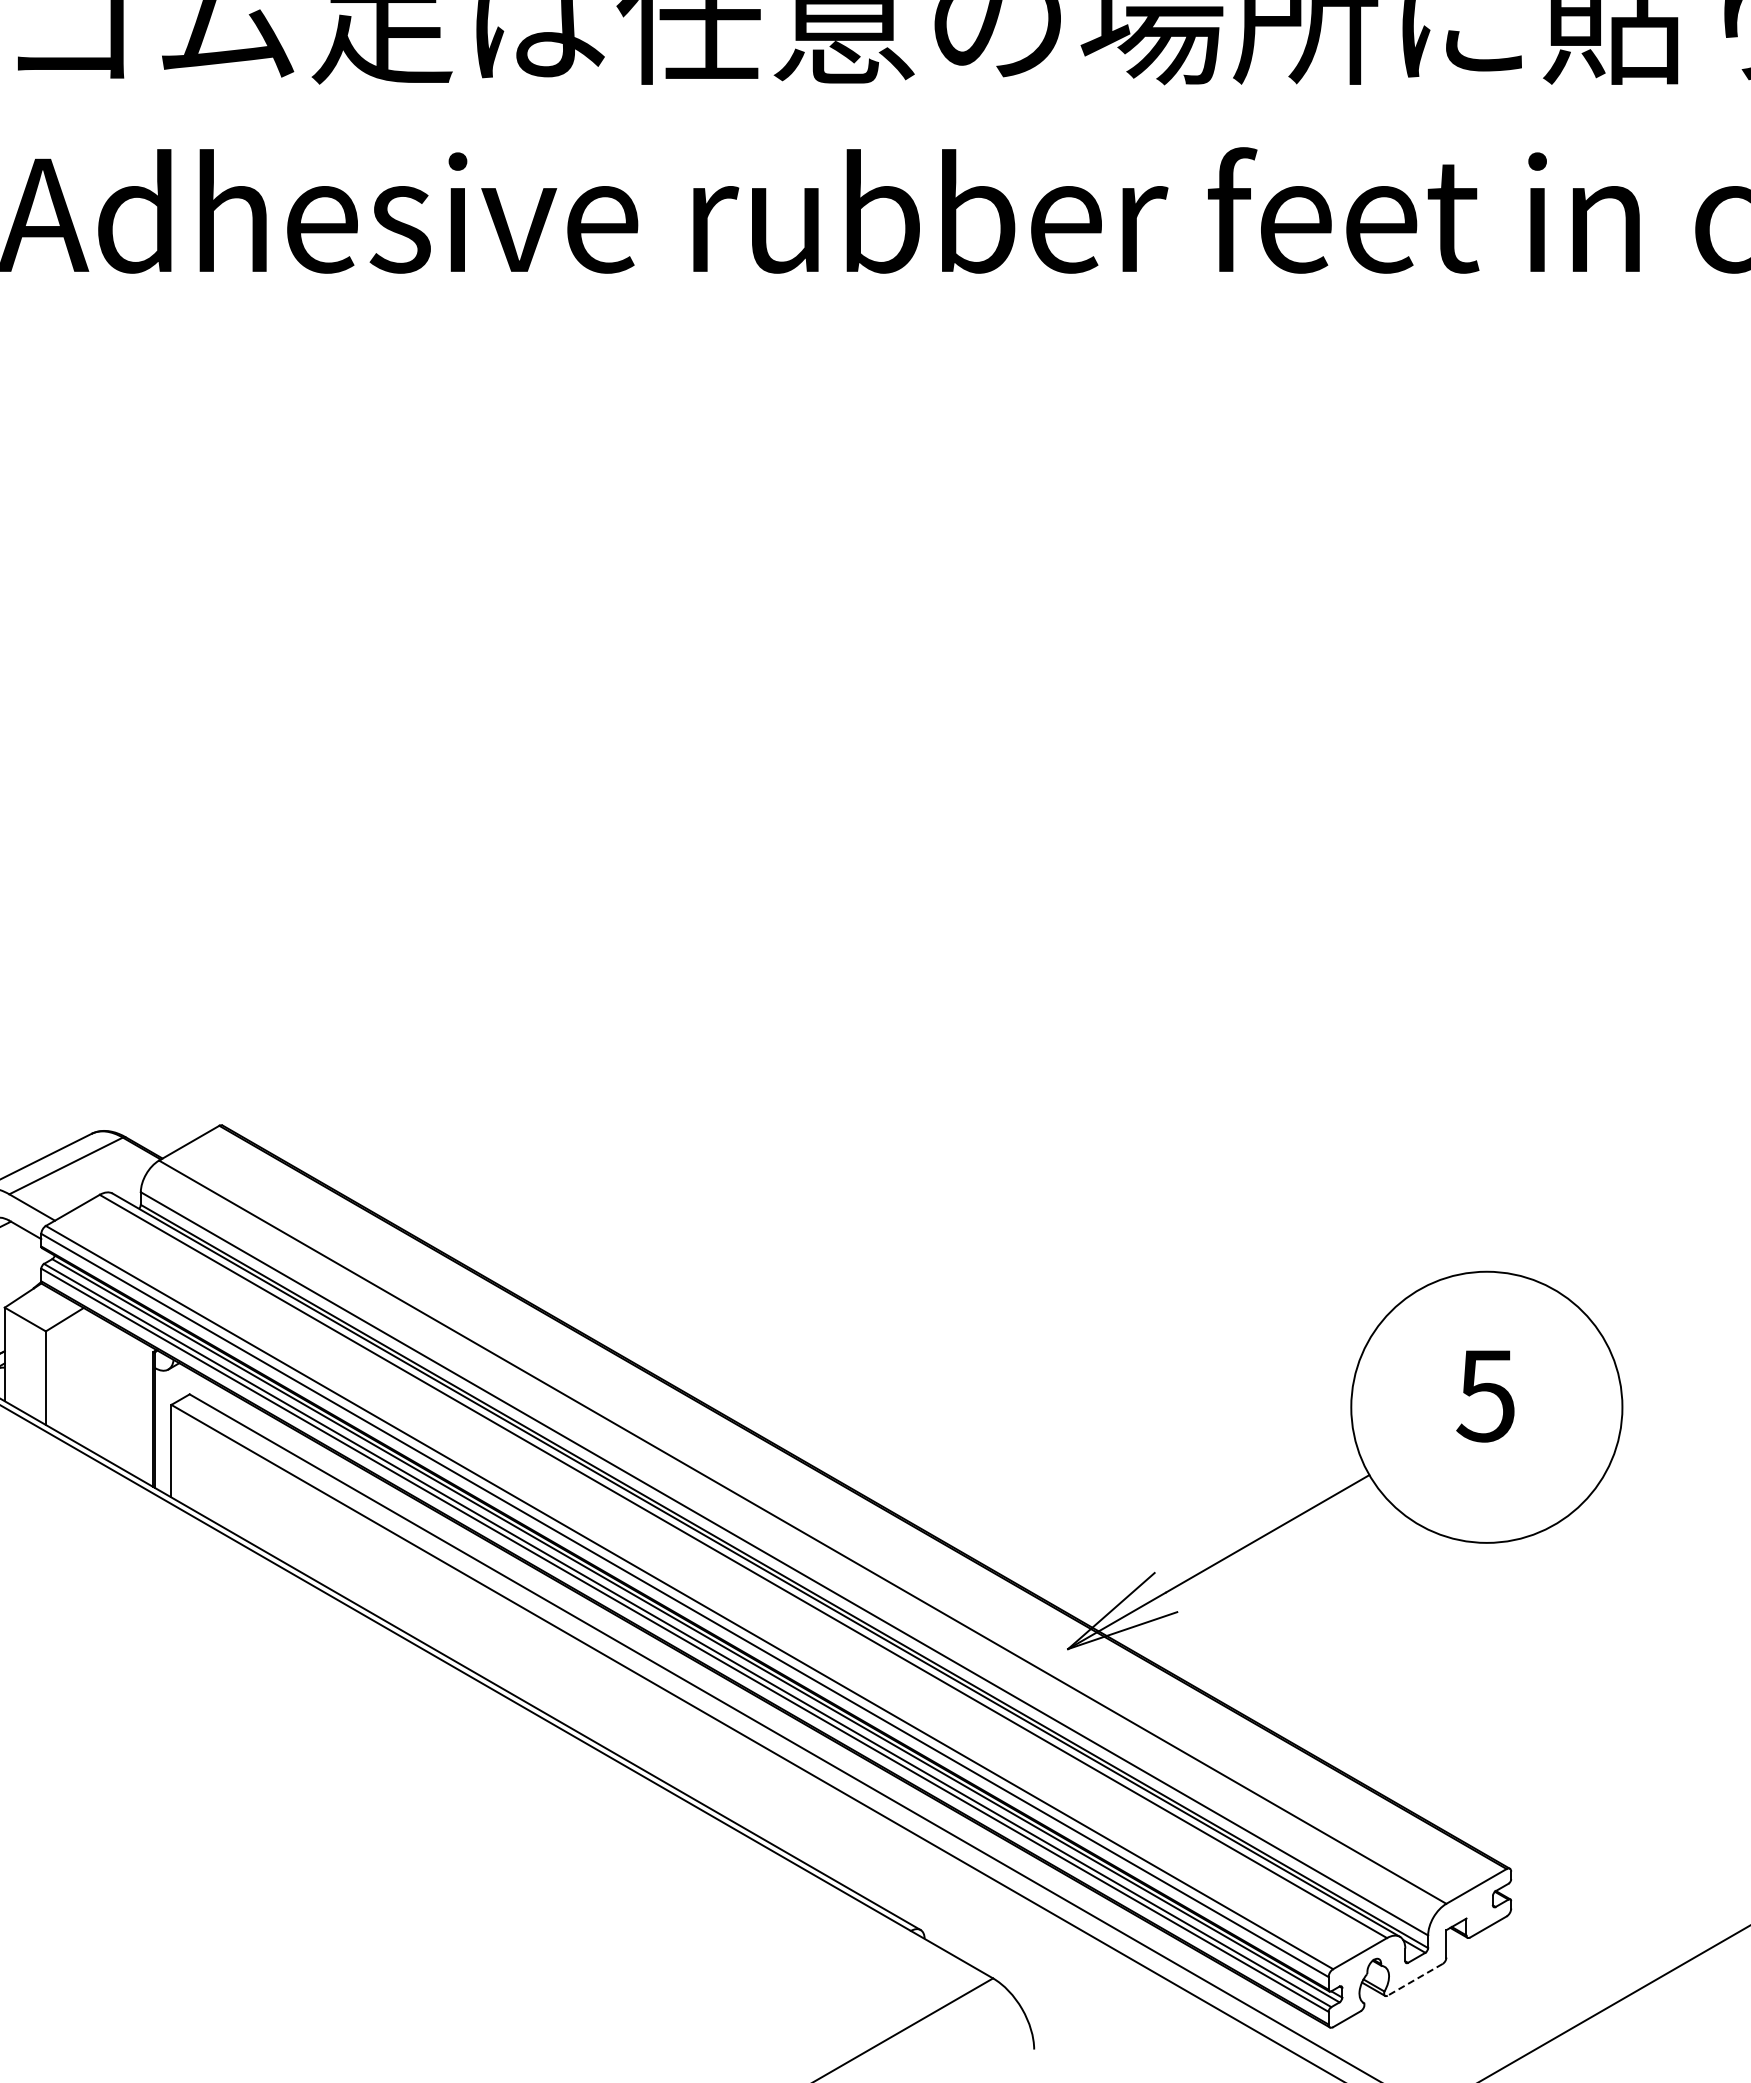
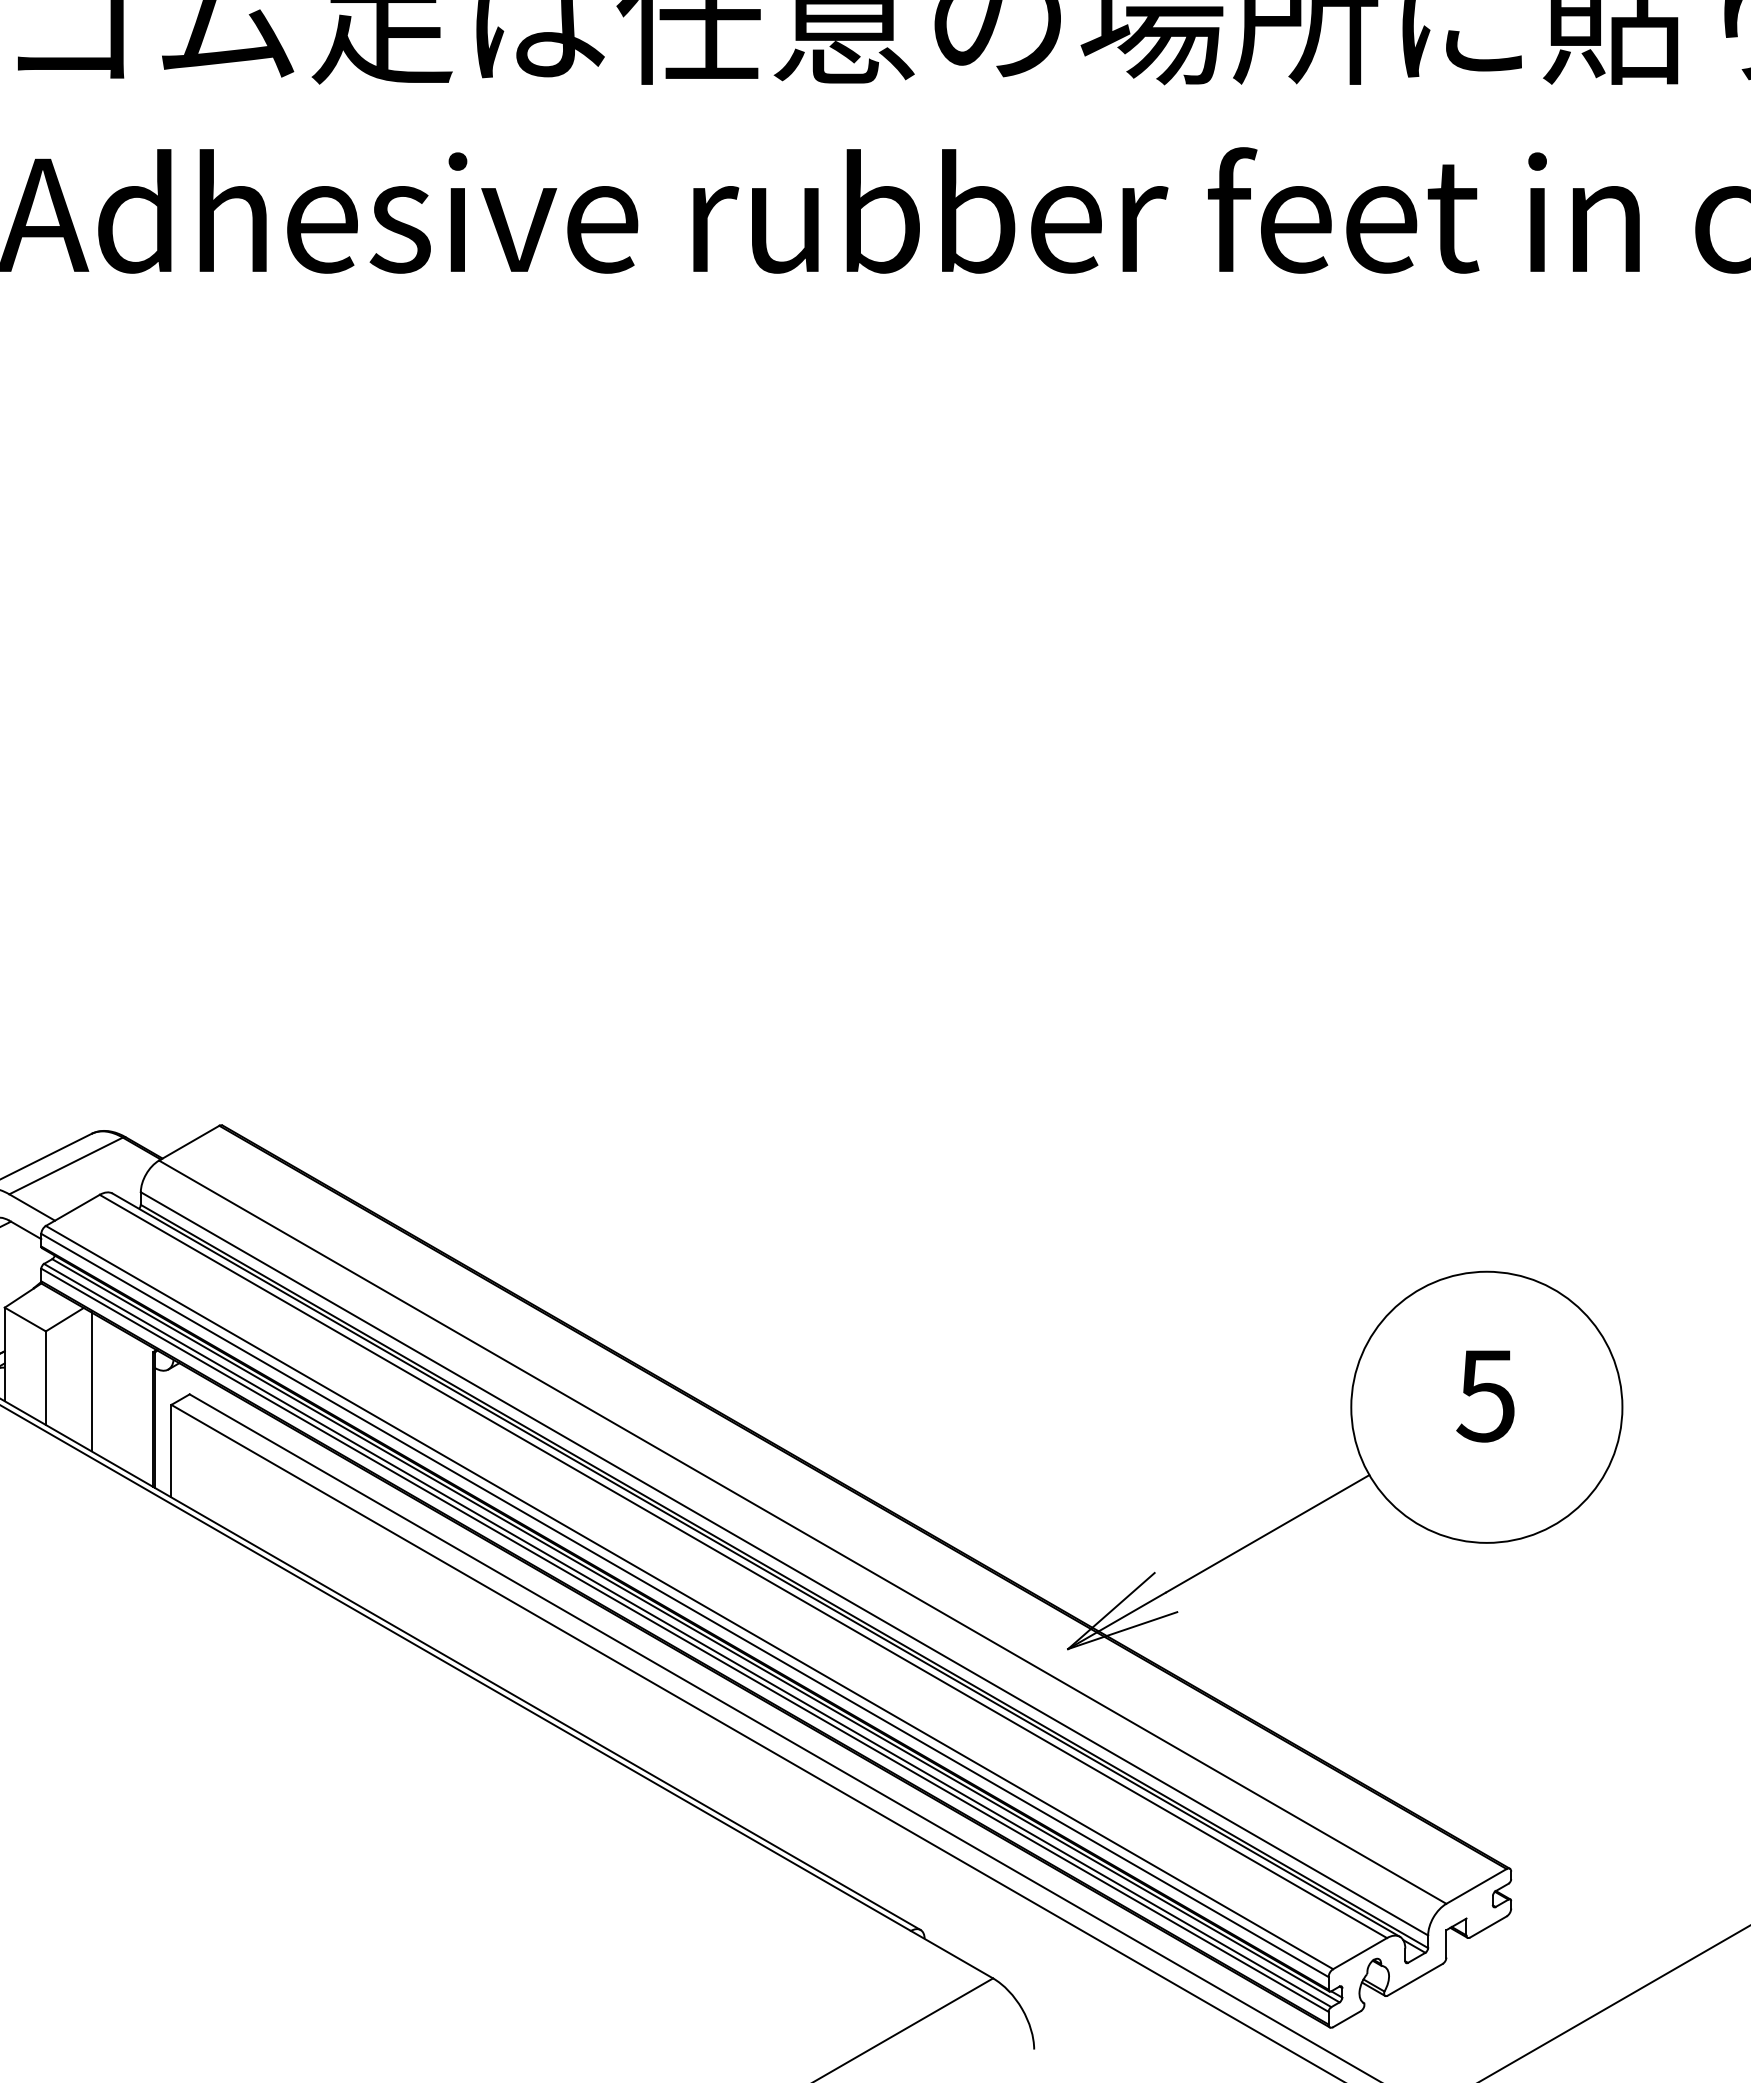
line at (91, 1381): none -> present
line at (1415, 1979): dashed -> solid
